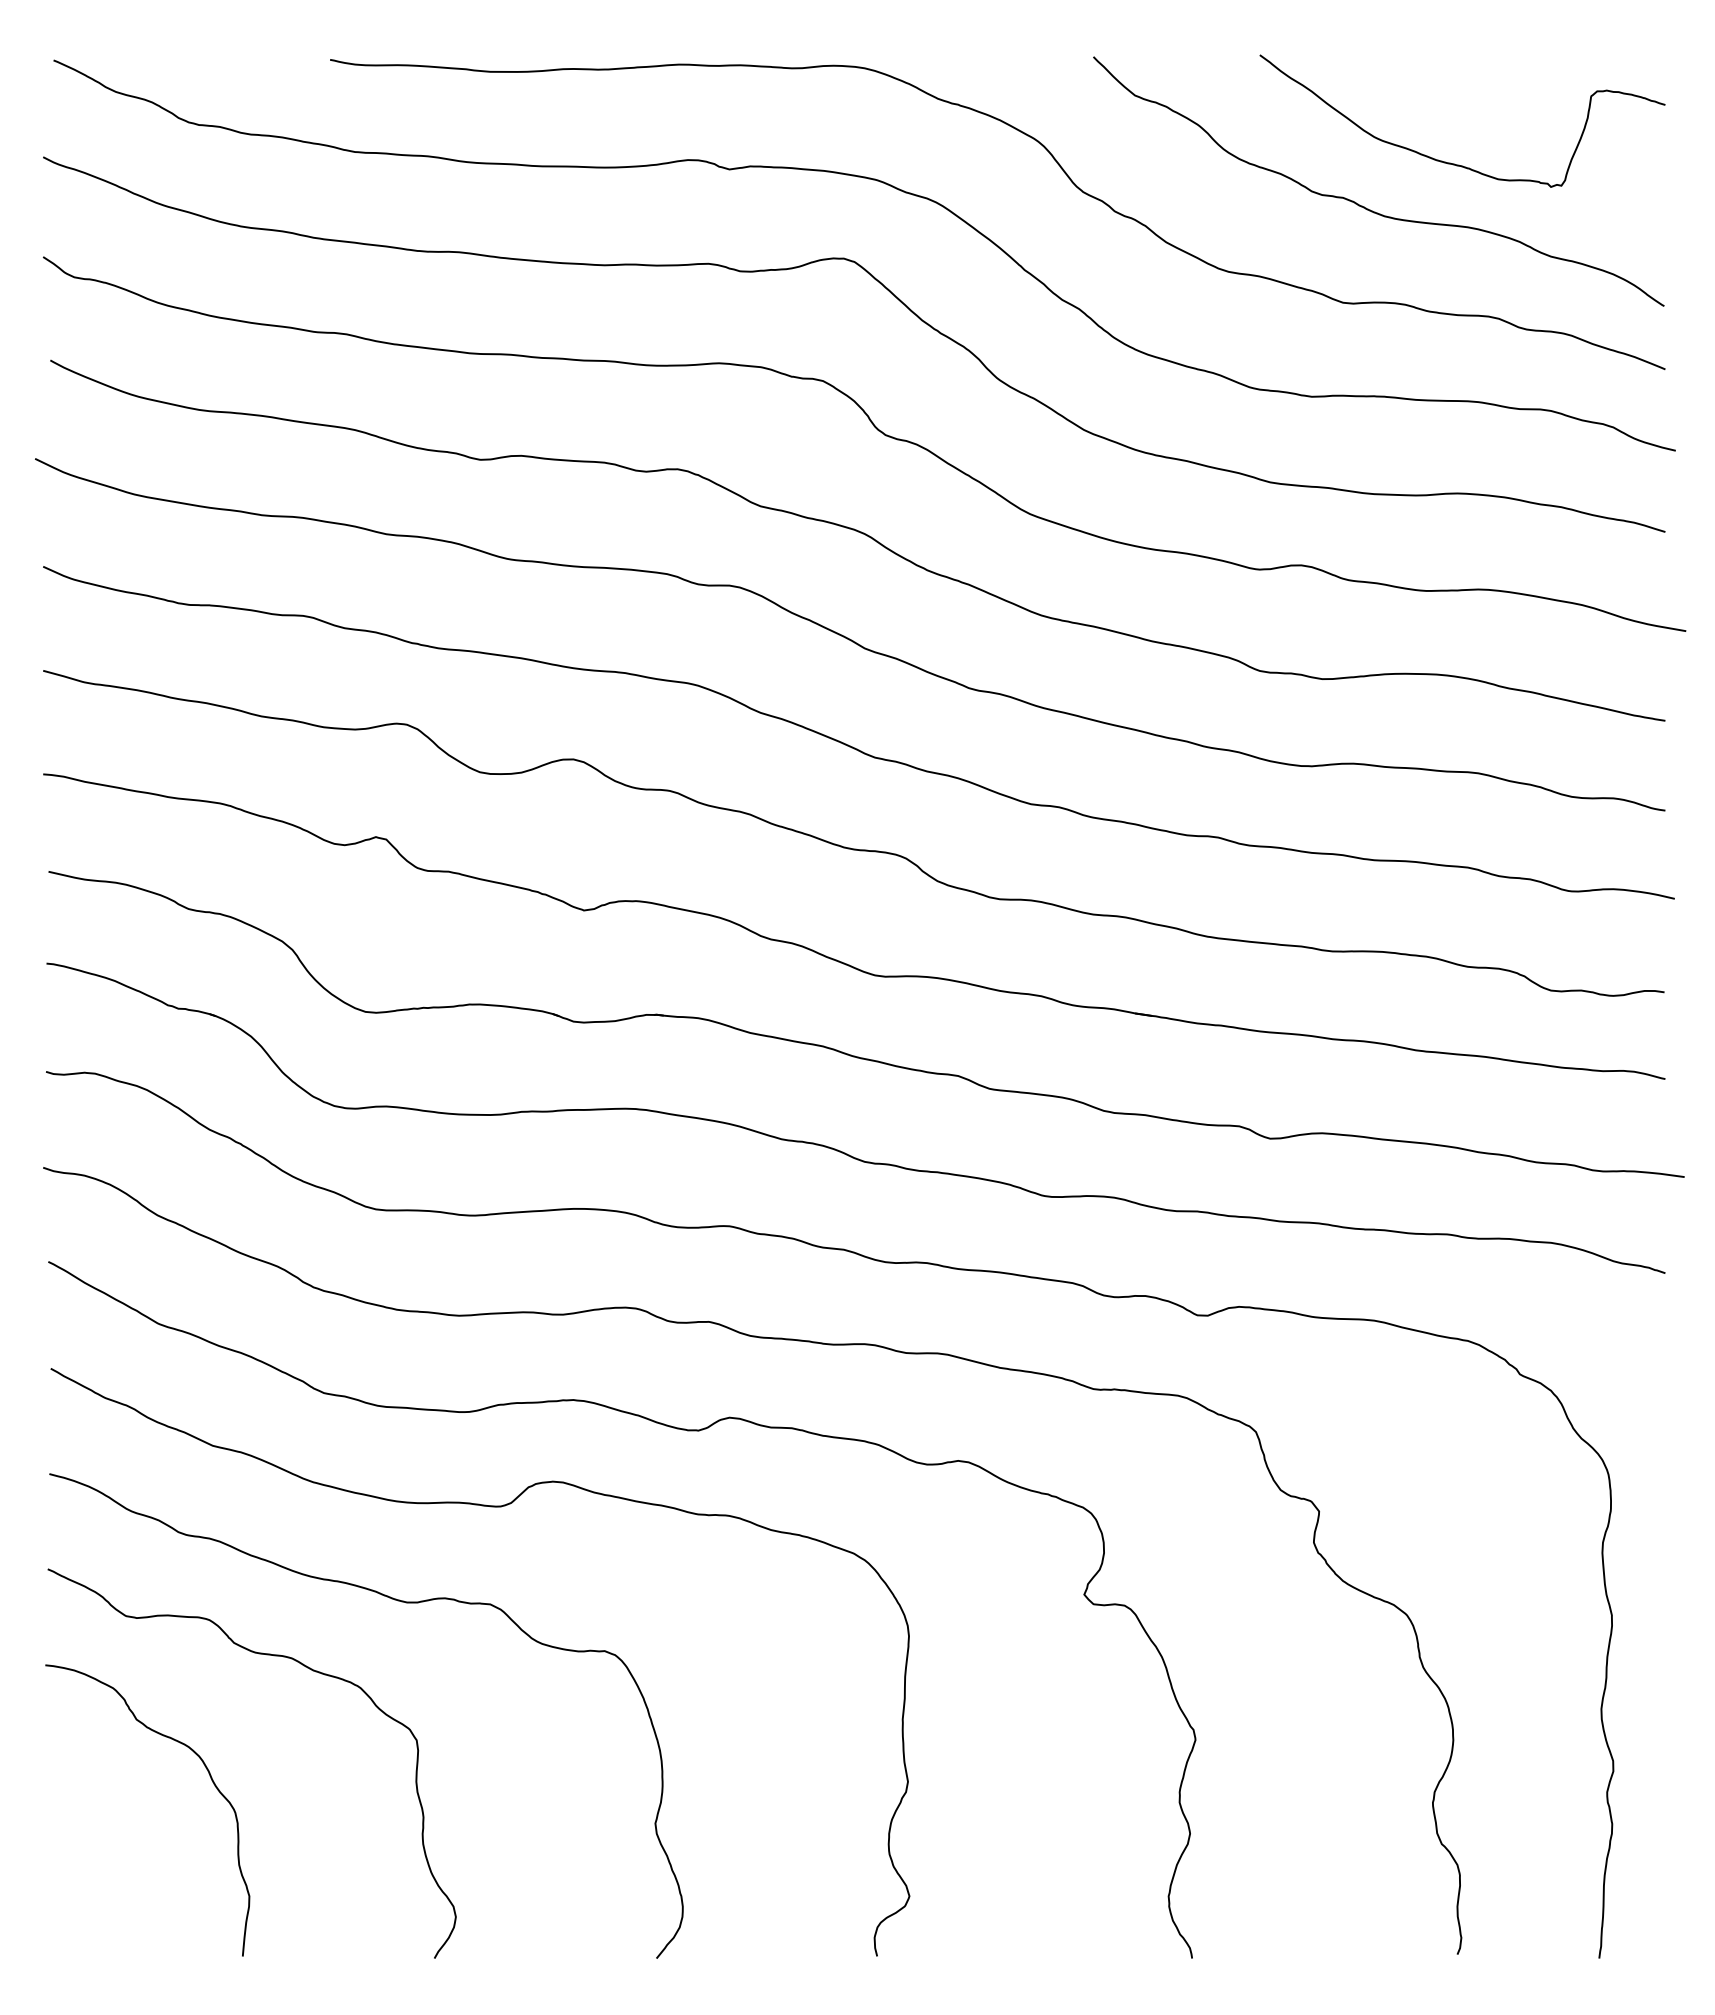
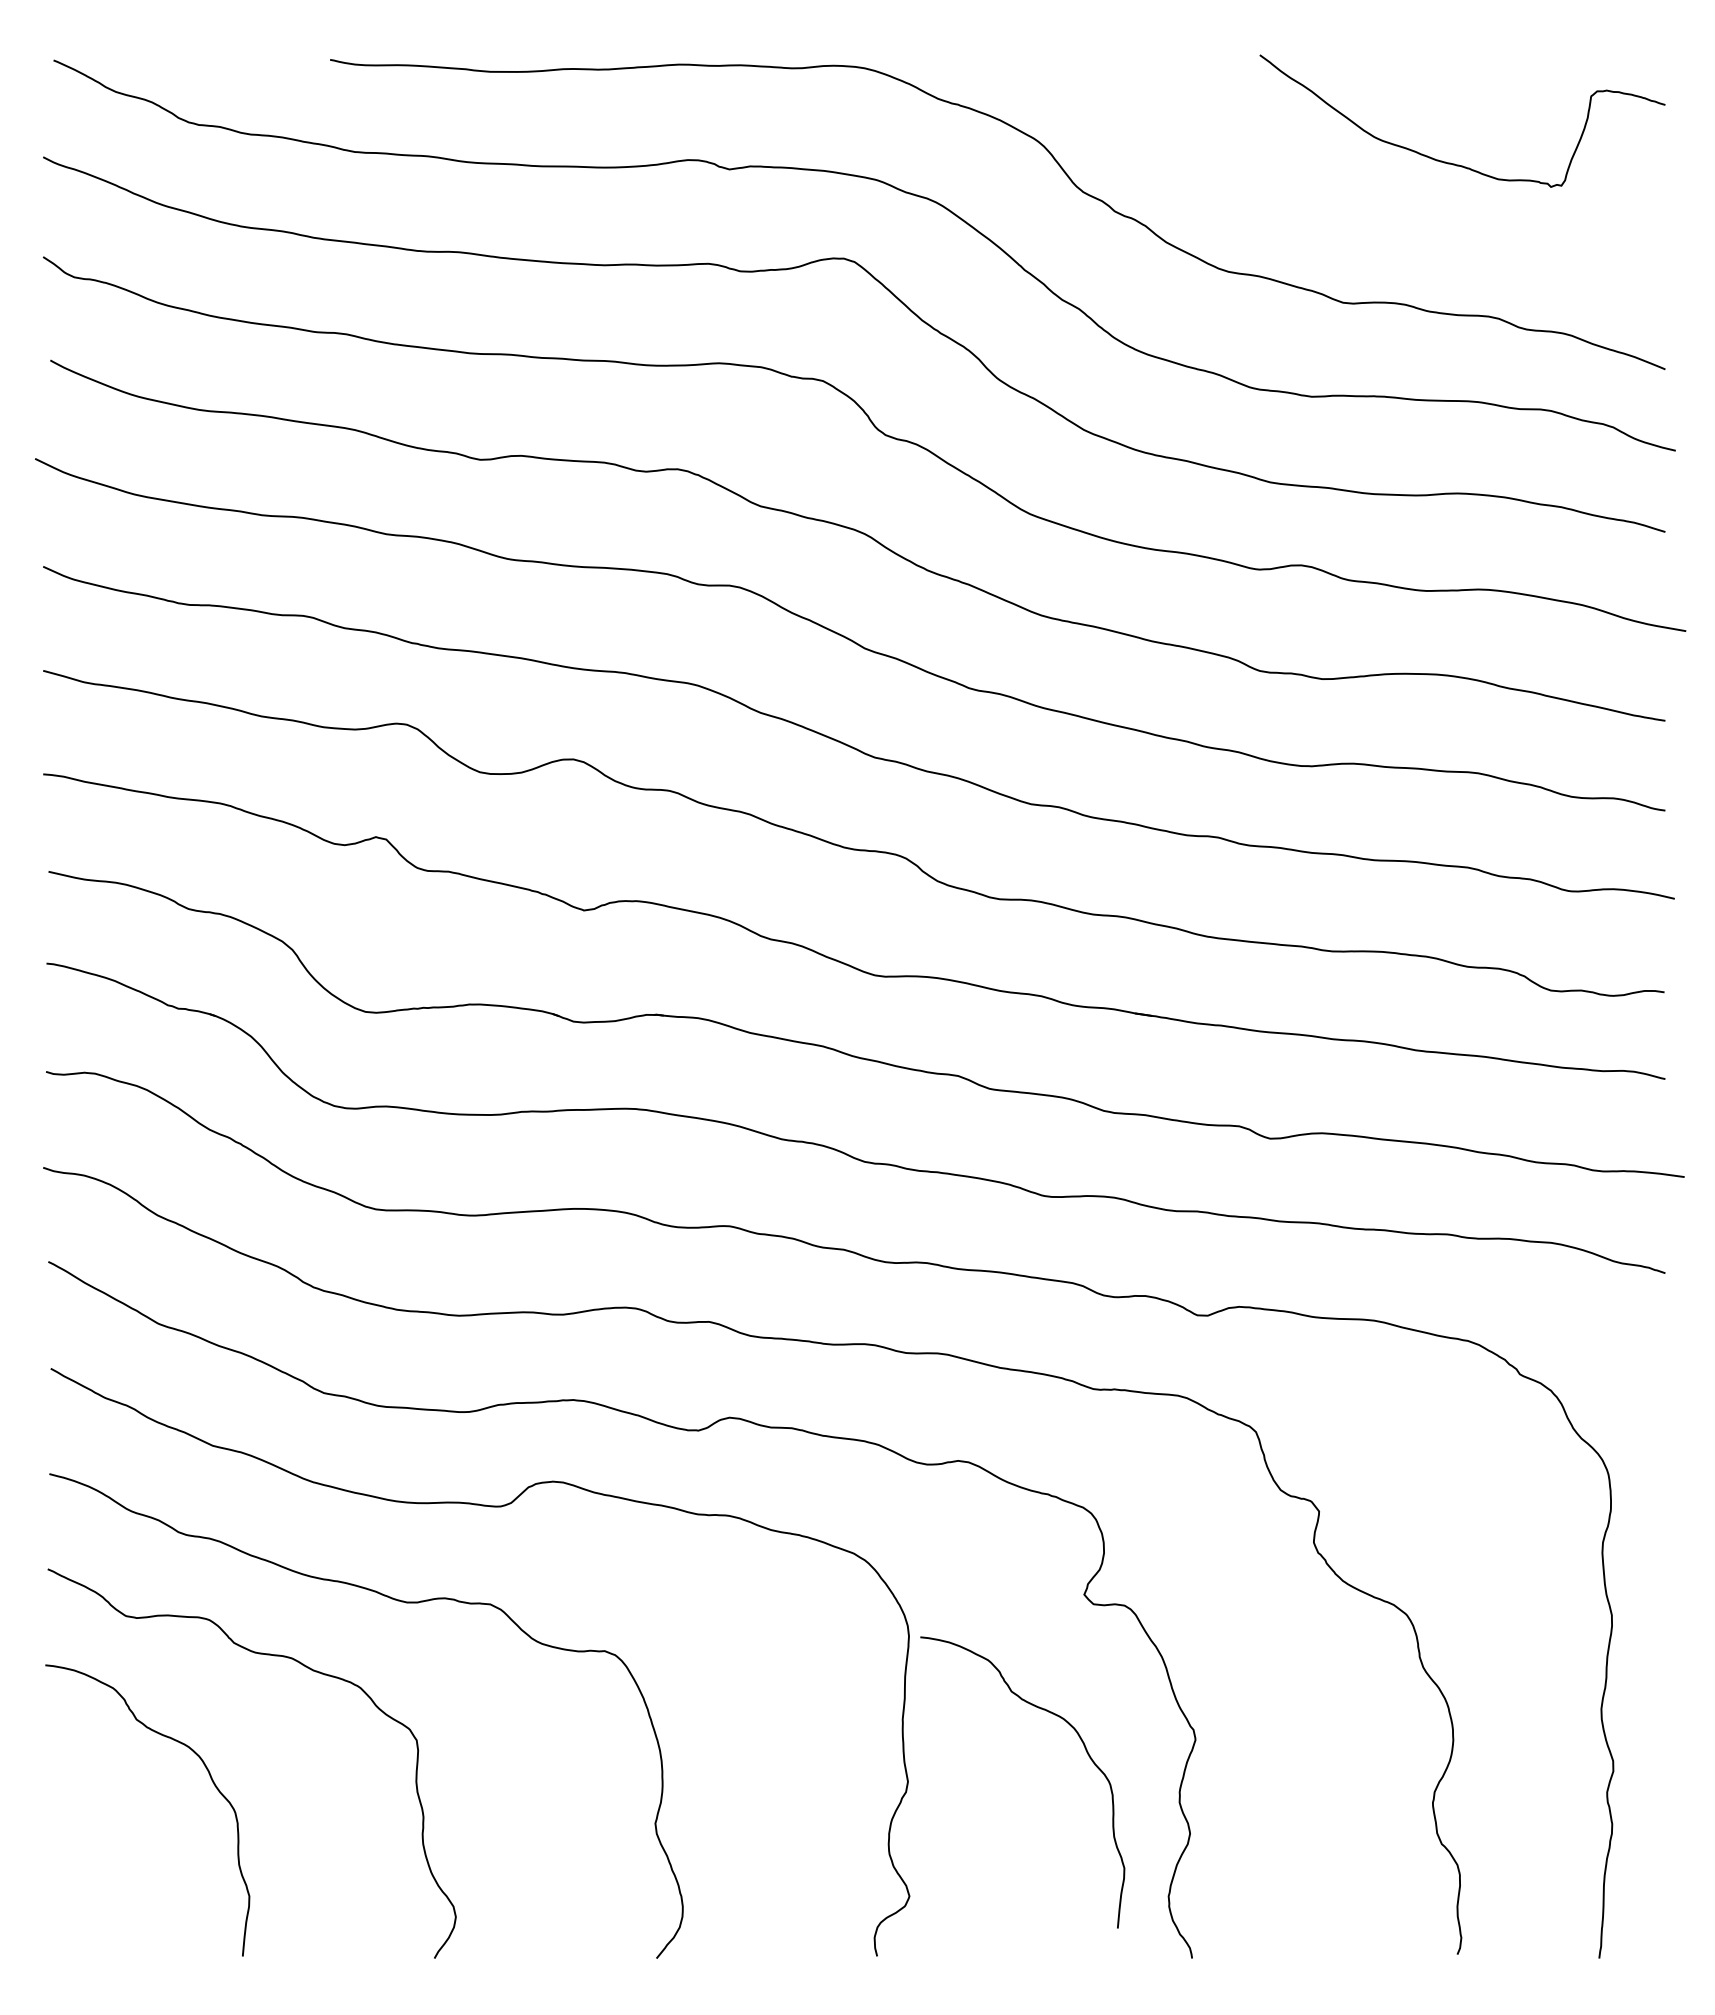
curve at (1366, 207): present -> none
curve at (1085, 1750): none -> present
